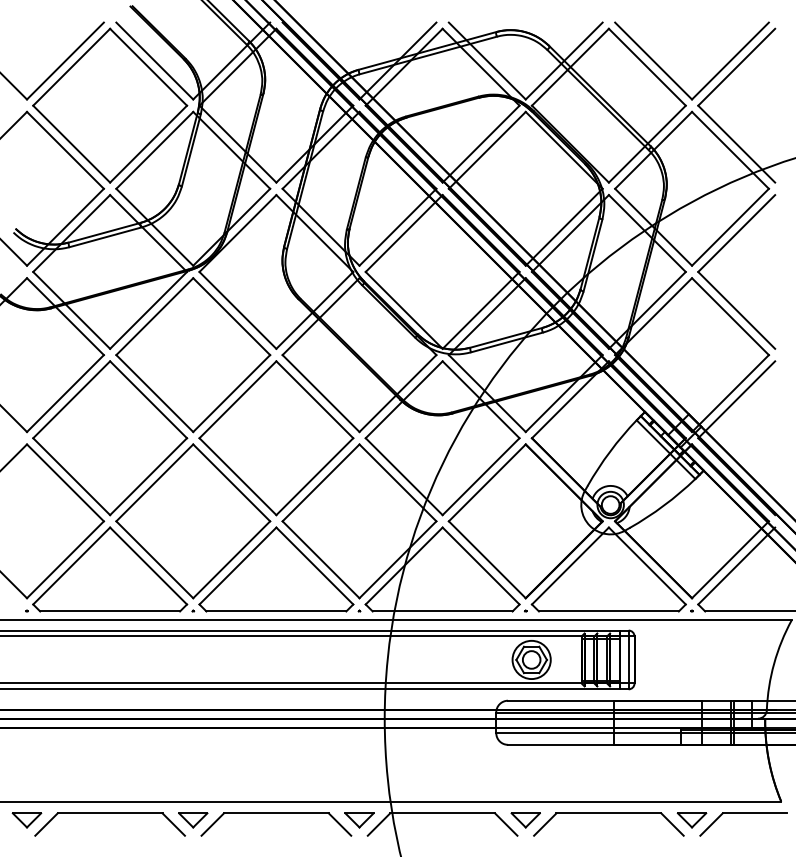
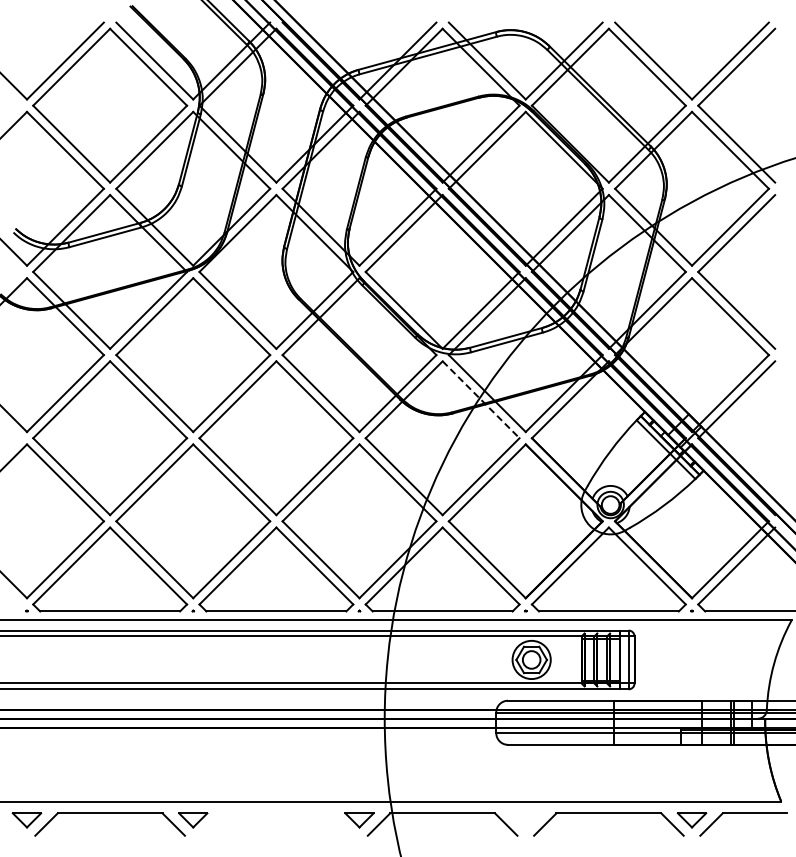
line at (481, 400): solid -> dashed
part at (276, 813): present -> none
part at (525, 820): present -> none
